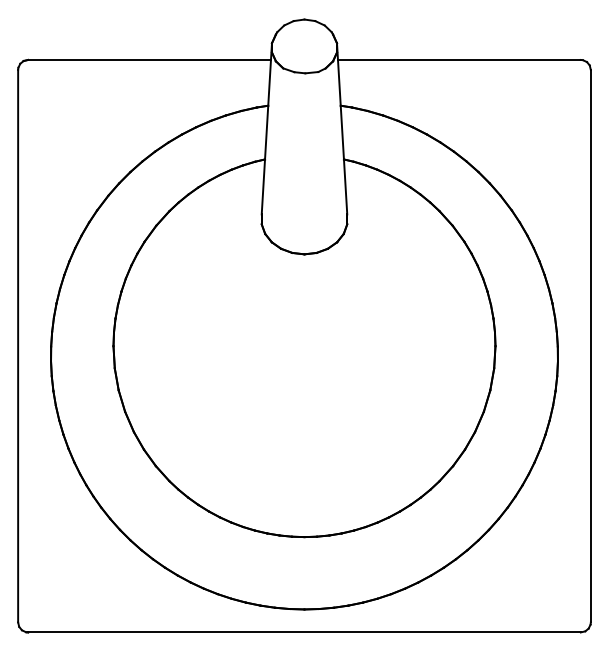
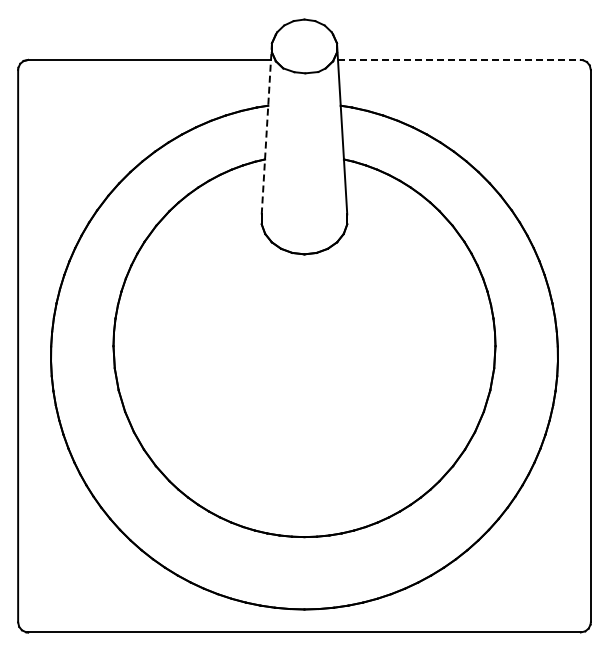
line at (459, 59): solid -> dashed
line at (266, 128): solid -> dashed
